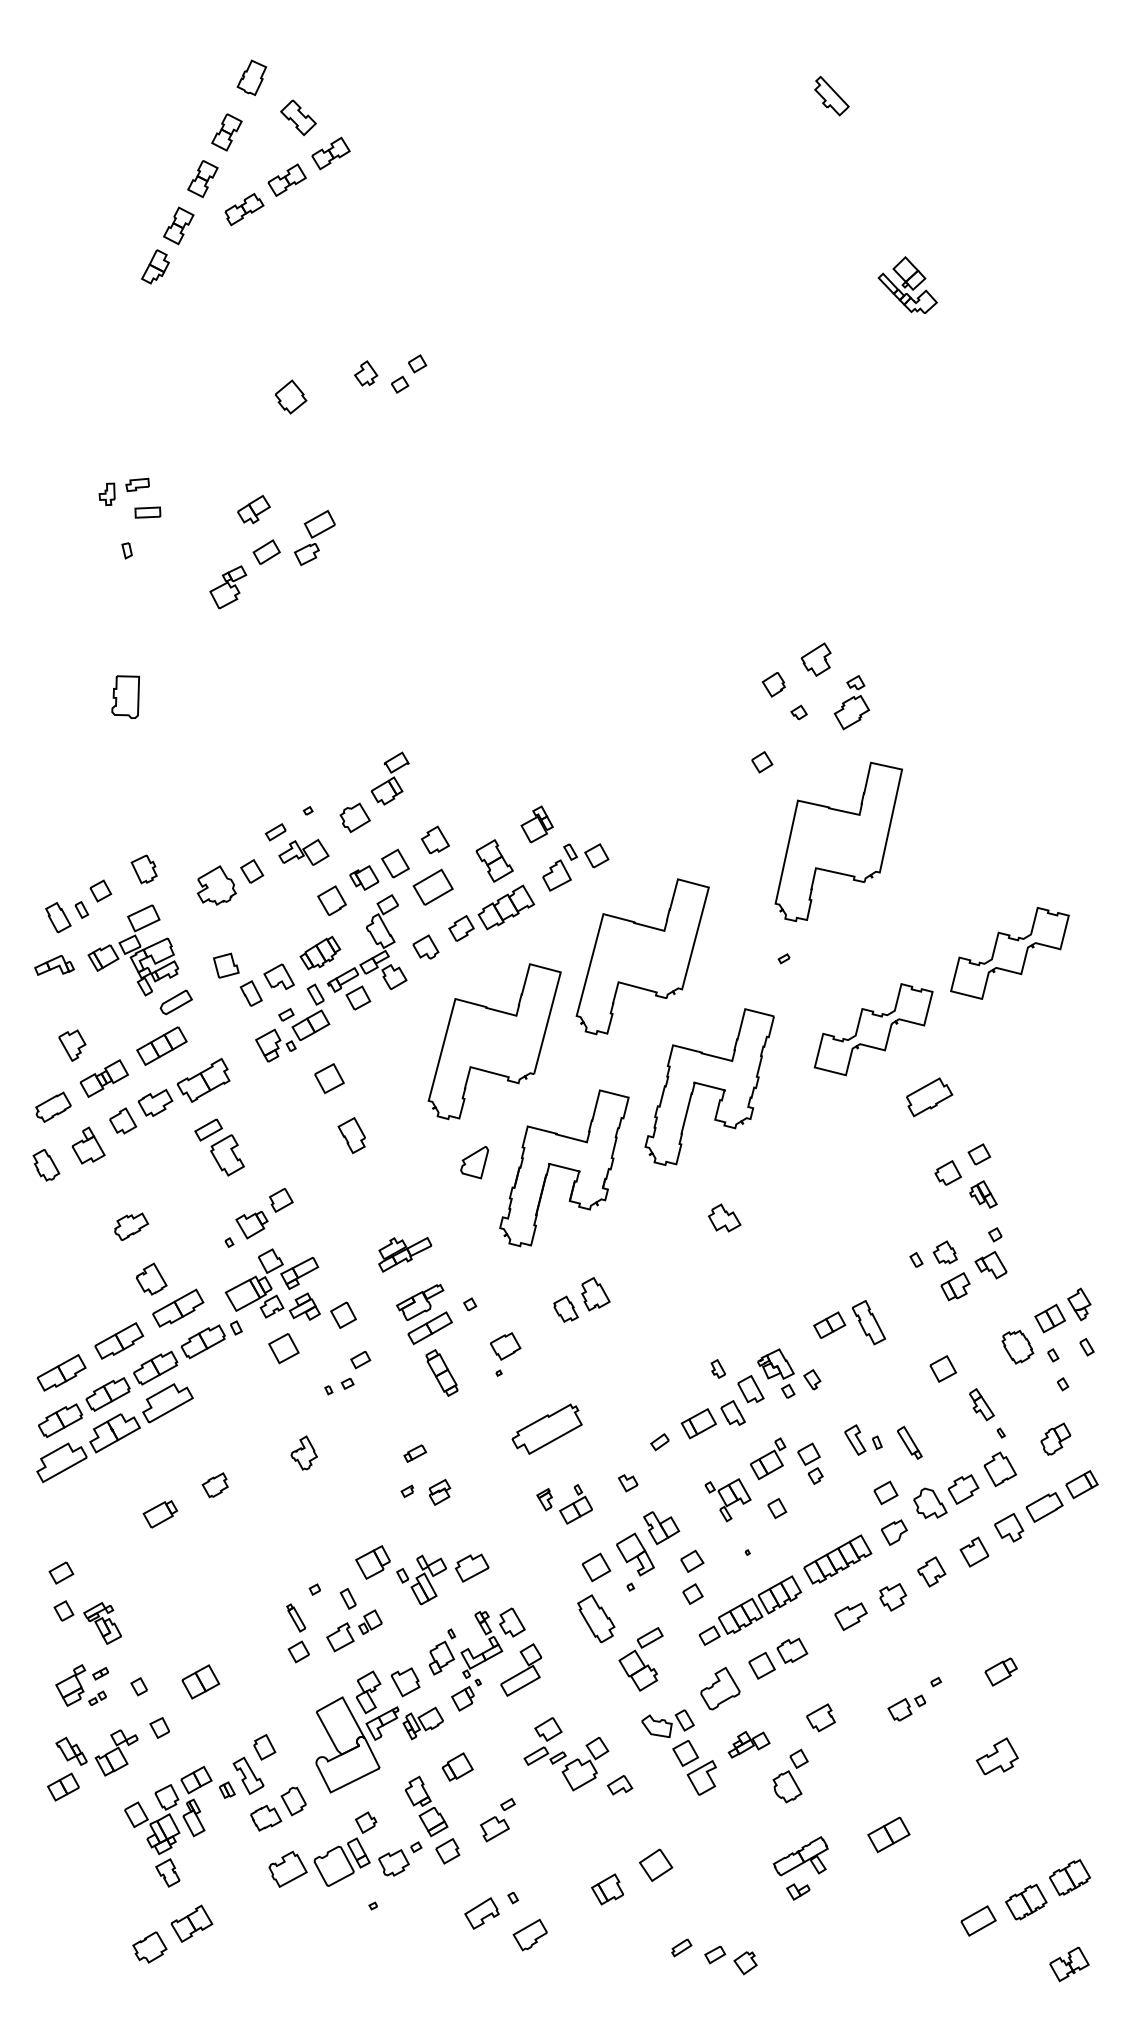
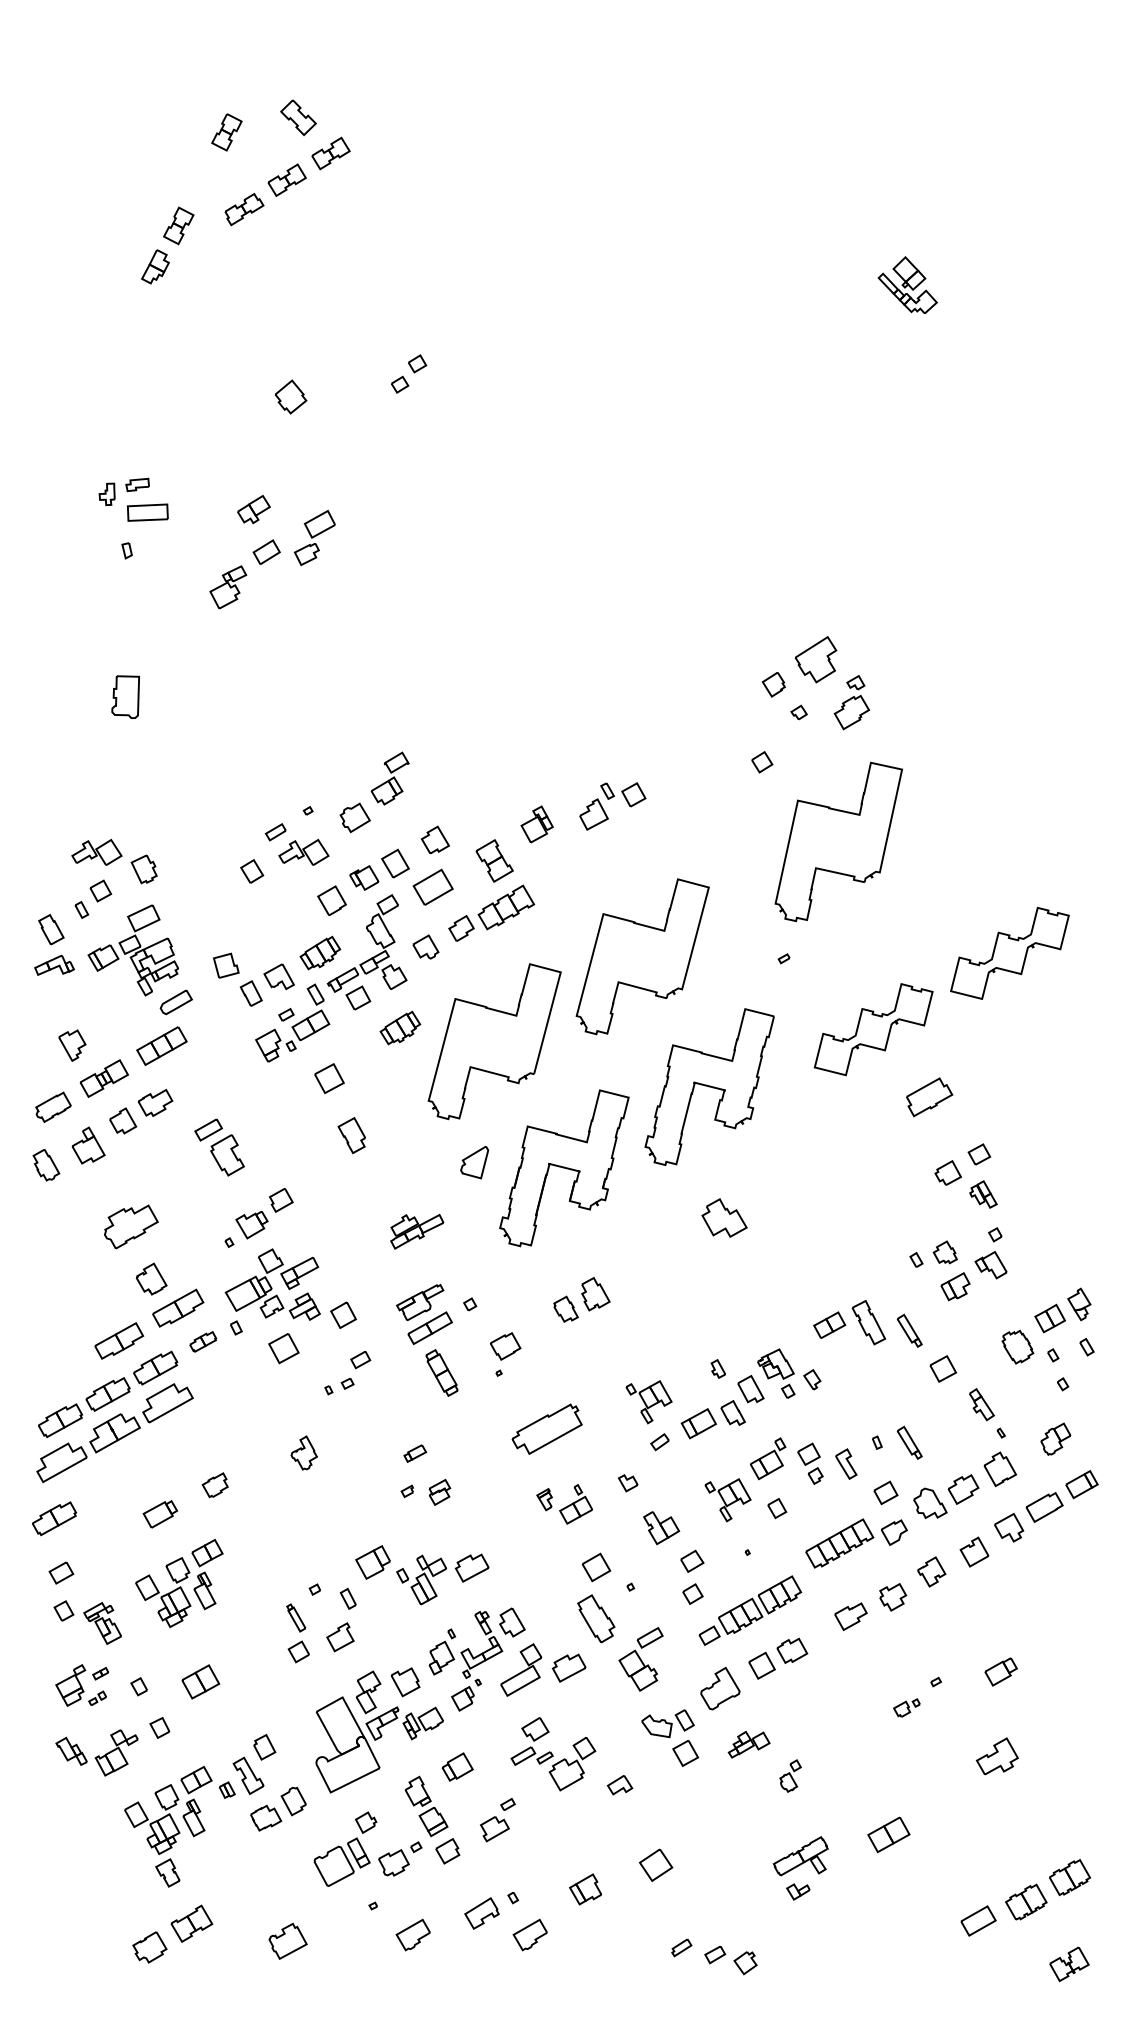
part at (251, 77): present -> none
part at (831, 95): present -> none
part at (202, 179): present -> none
part at (366, 373): present -> none
part at (147, 512) size: 28x13 px -> 42x19 px
part at (816, 659) size: 31x35 px -> 43x48 px
part at (96, 851): none -> present
part at (572, 860) position: (572, 860) -> (609, 799)
part at (216, 885): present -> none
part at (58, 917) position: (58, 917) -> (51, 929)
part at (400, 1027): none -> present
part at (203, 1080): present -> none
part at (724, 1217) size: 34x30 px -> 47x40 px
part at (131, 1226) size: 36x30 px -> 55x46 px
part at (405, 1254) position: (405, 1254) -> (417, 1231)
part at (909, 1330): none -> present
part at (202, 1341) size: 46x36 px -> 29x22 px
part at (61, 1372): present -> none
part at (648, 1402): none -> present
part at (855, 1439) position: (855, 1439) -> (846, 1463)
part at (54, 1518): none -> present
part at (635, 1554): present -> none
part at (837, 1559) position: (837, 1559) -> (839, 1543)
part at (179, 1582): none -> present
part at (370, 1622): present -> none
part at (568, 1667): none -> present
part at (906, 1707) size: 40x28 px -> 28x20 px
part at (820, 1717): present -> none
part at (566, 1754) position: (566, 1754) -> (553, 1754)
part at (790, 1775) size: 37x56 px -> 23x34 px
part at (701, 1777): present -> none
part at (63, 1786): present -> none
part at (287, 1868) position: (287, 1868) -> (287, 1940)
part at (607, 1889) position: (607, 1889) -> (585, 1889)
part at (412, 1934): none -> present
